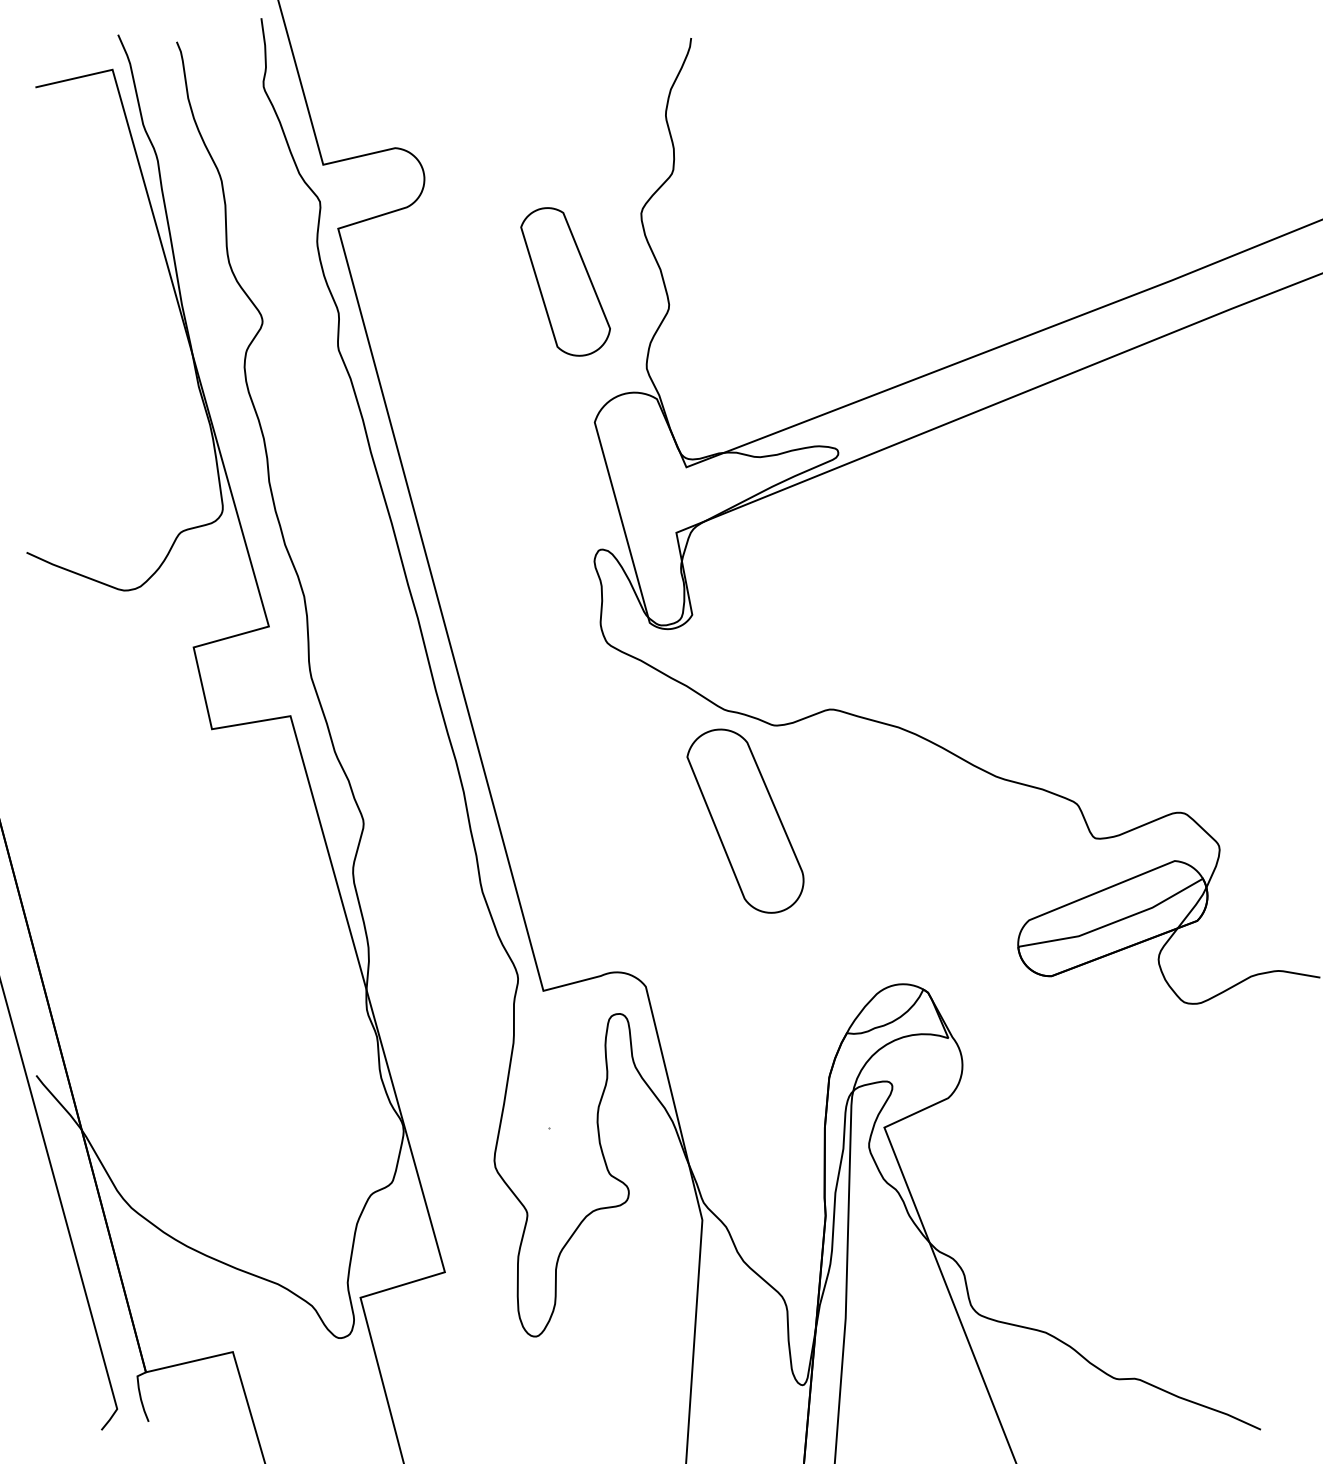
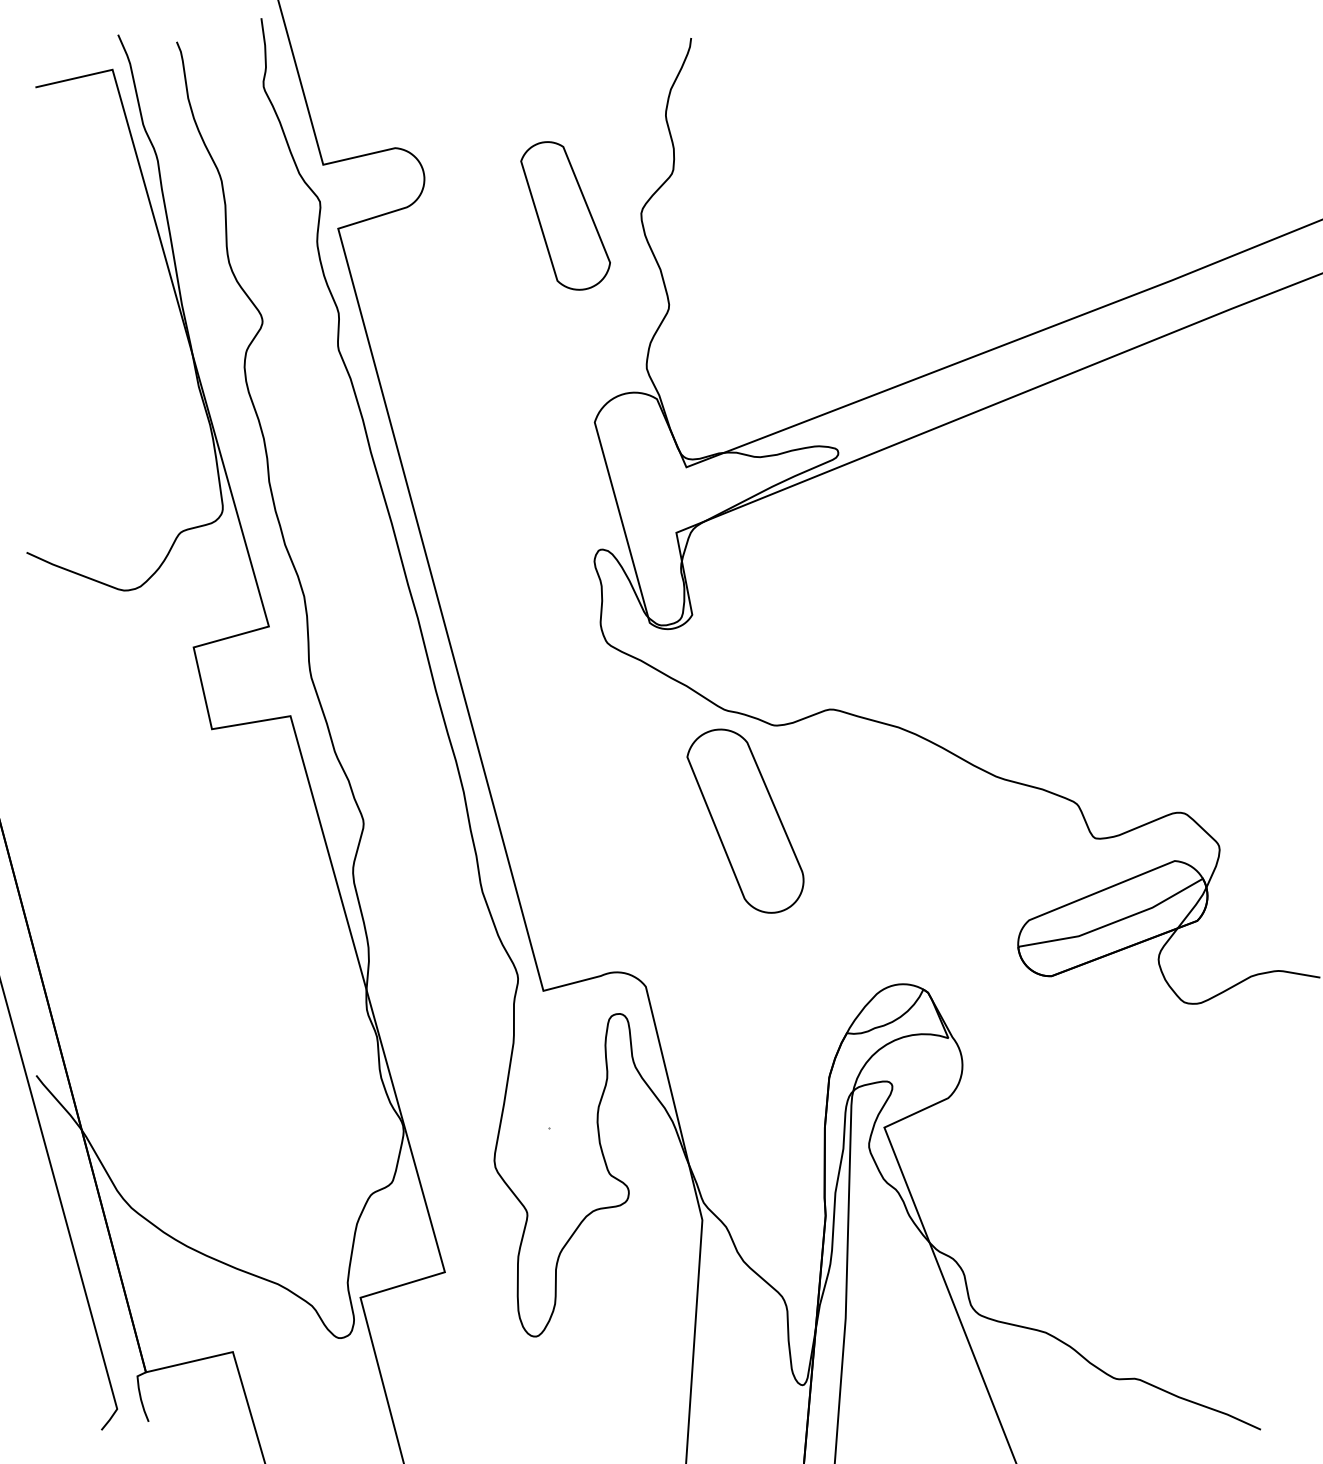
part at (565, 281) position: (565, 281) -> (565, 215)
